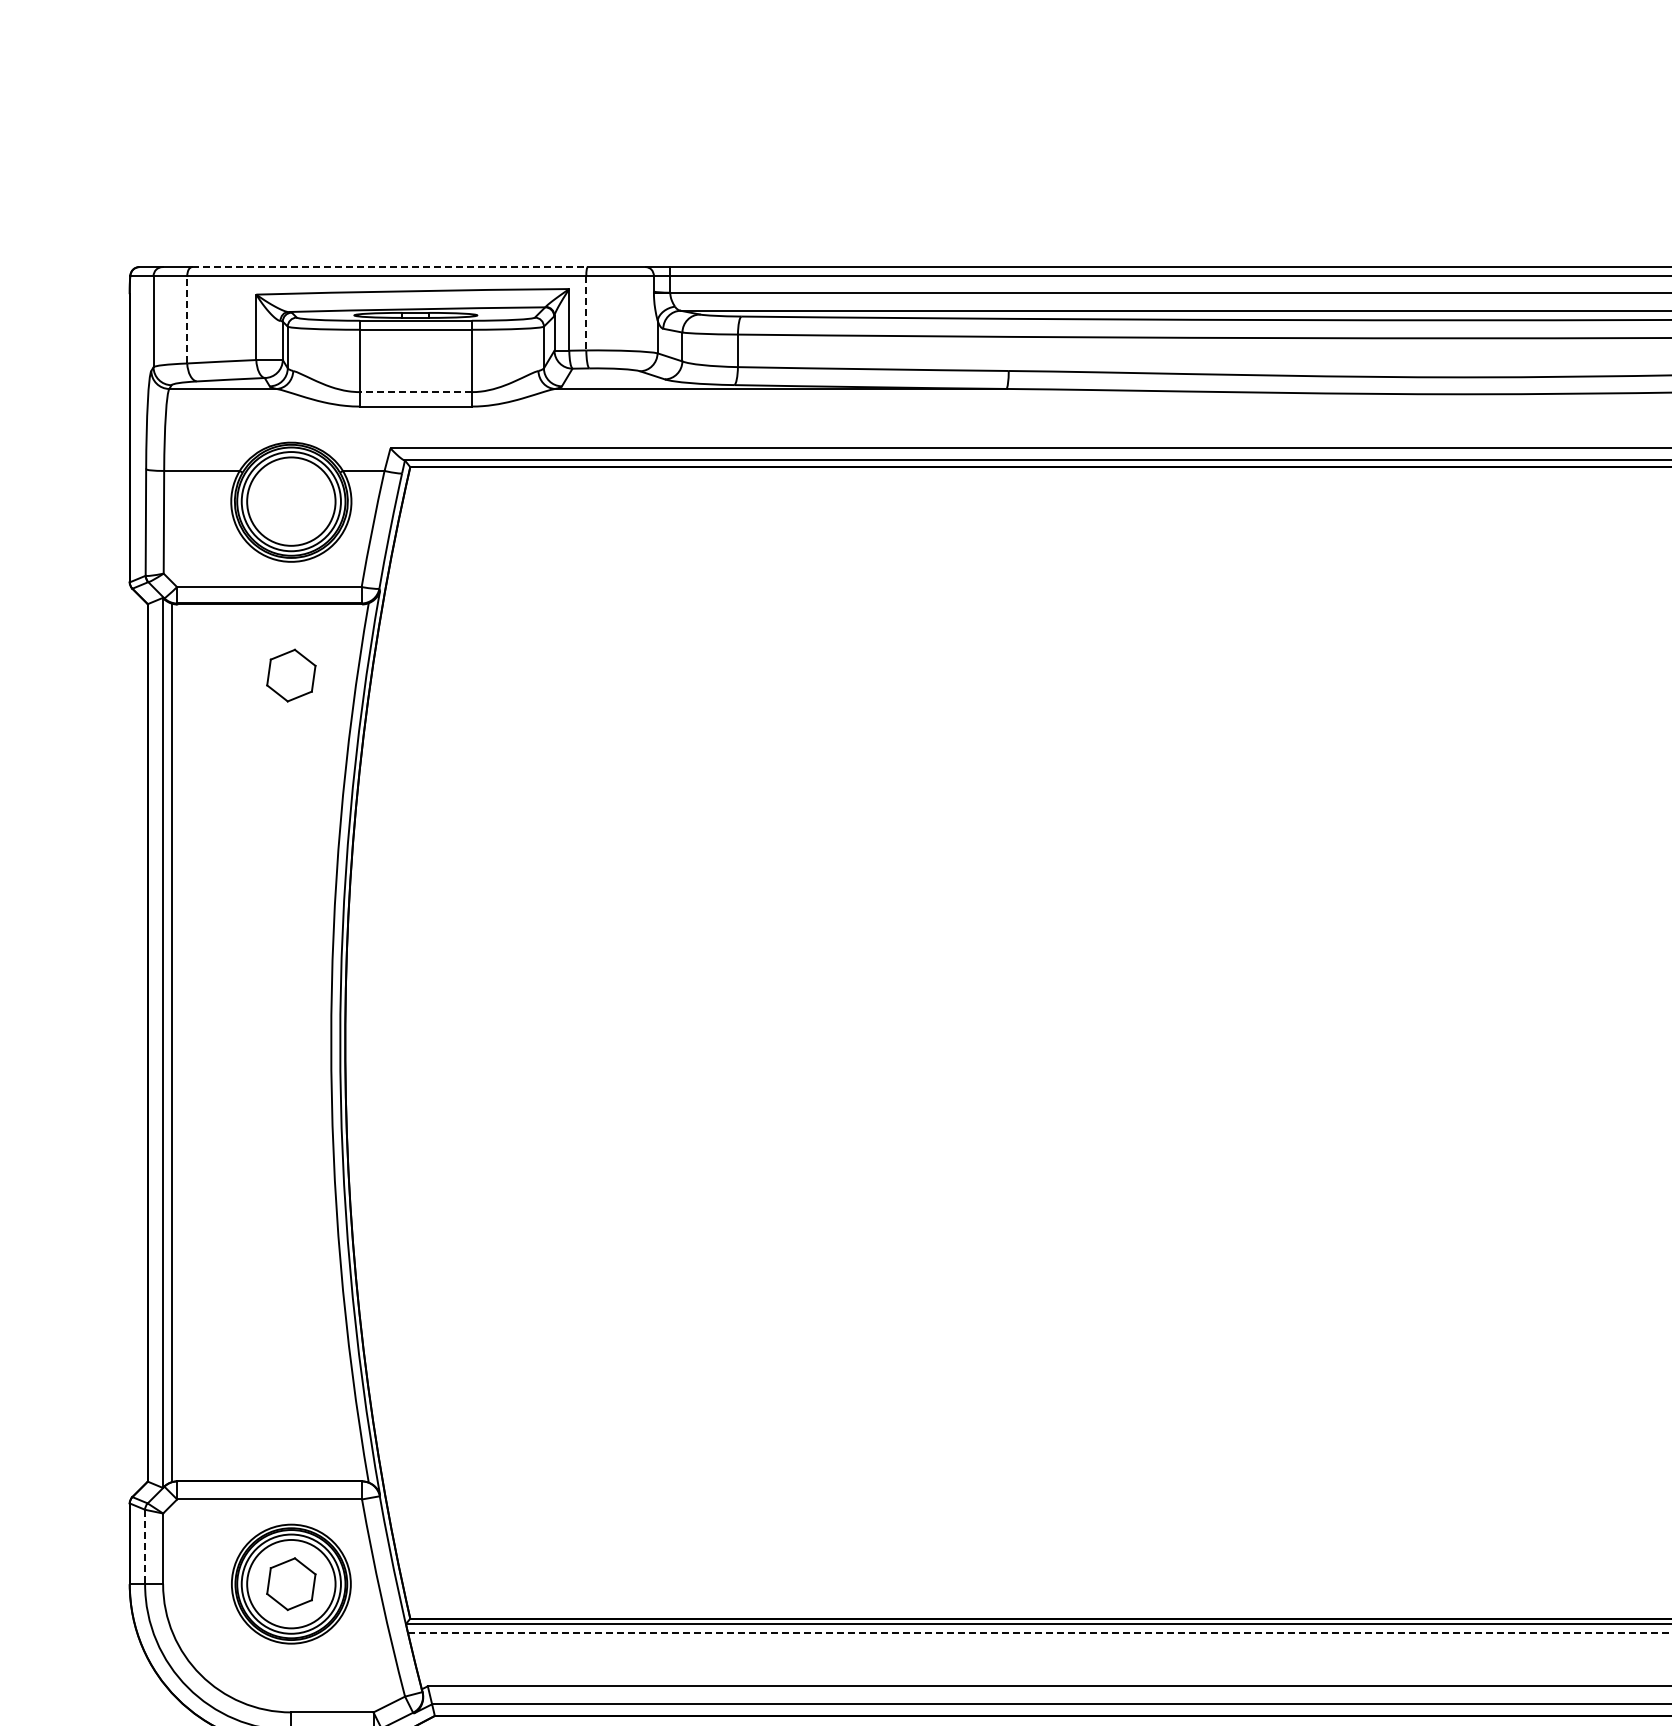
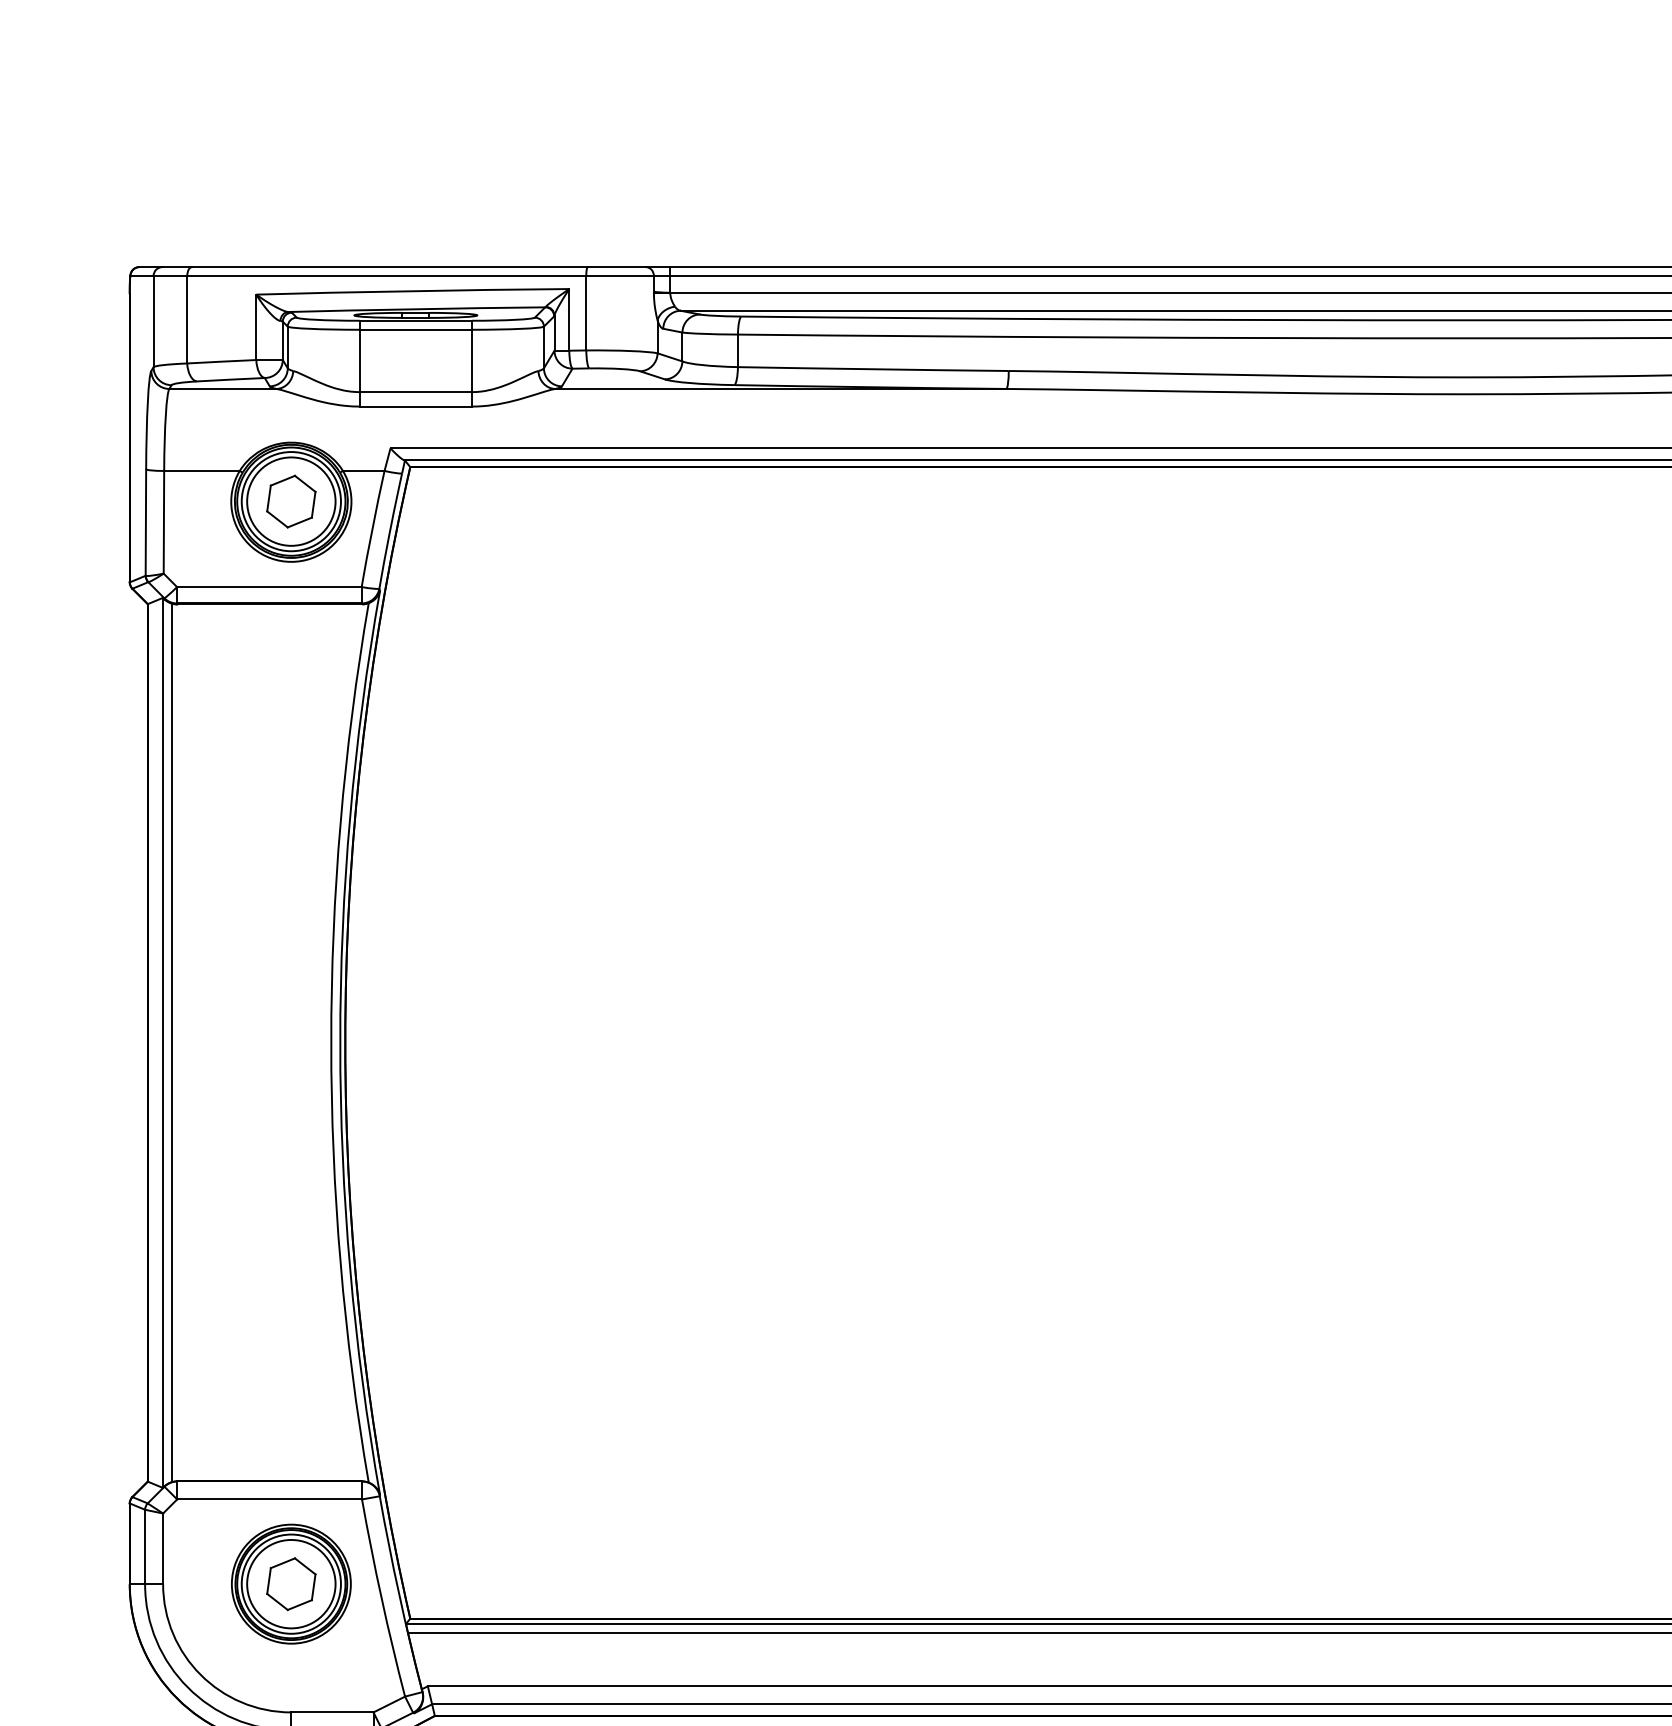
line at (389, 267): dashed -> solid
line at (586, 313): dashed -> solid
line at (187, 319): dashed -> solid
line at (415, 392): dashed -> solid
part at (291, 675) position: (291, 675) -> (291, 501)
line at (145, 1547): dashed -> solid
line at (1039, 1632): dashed -> solid
